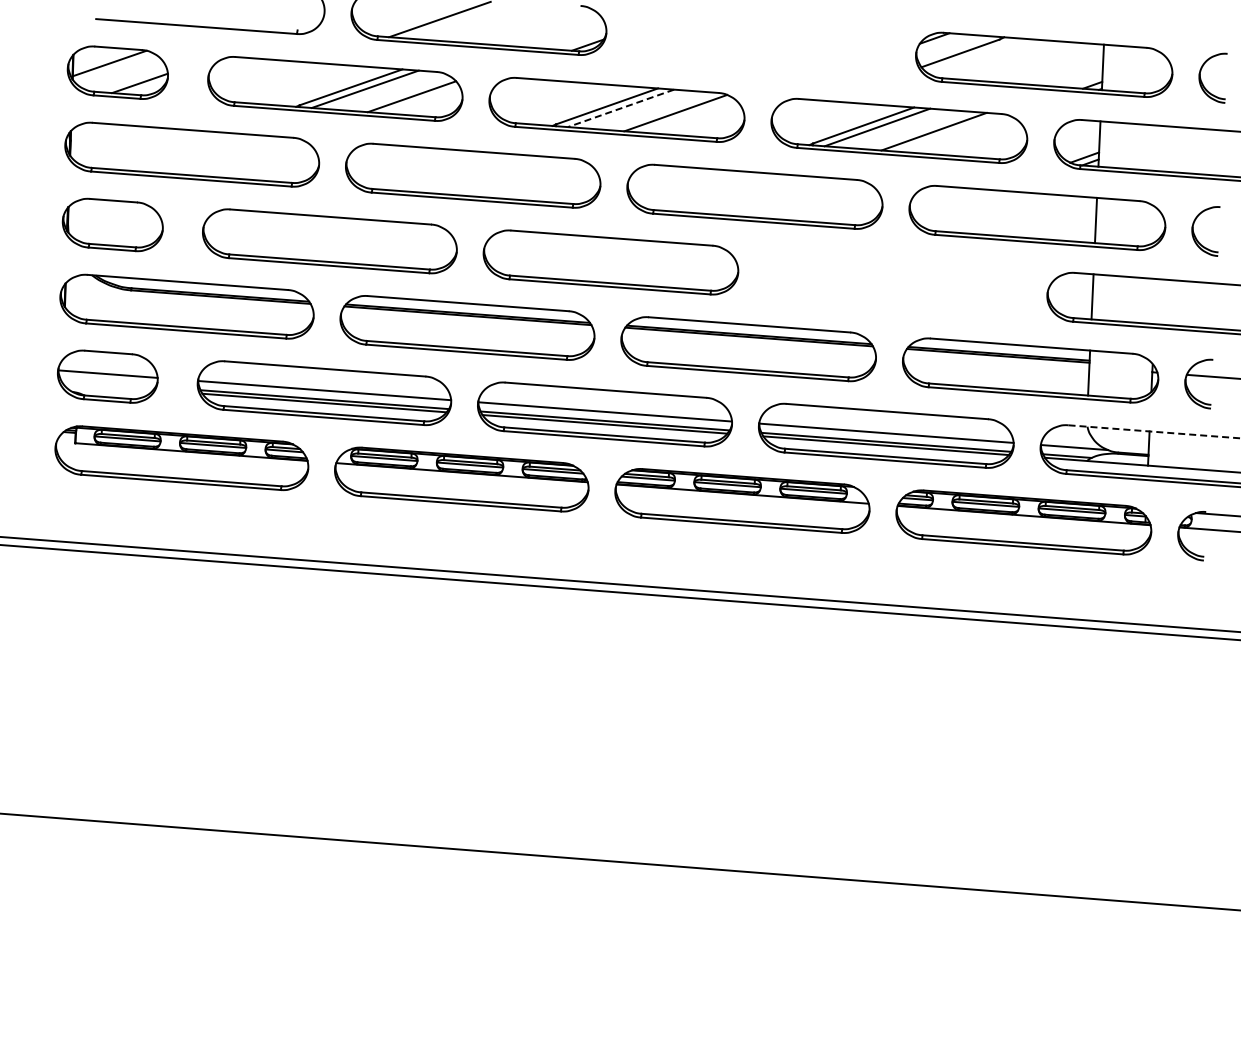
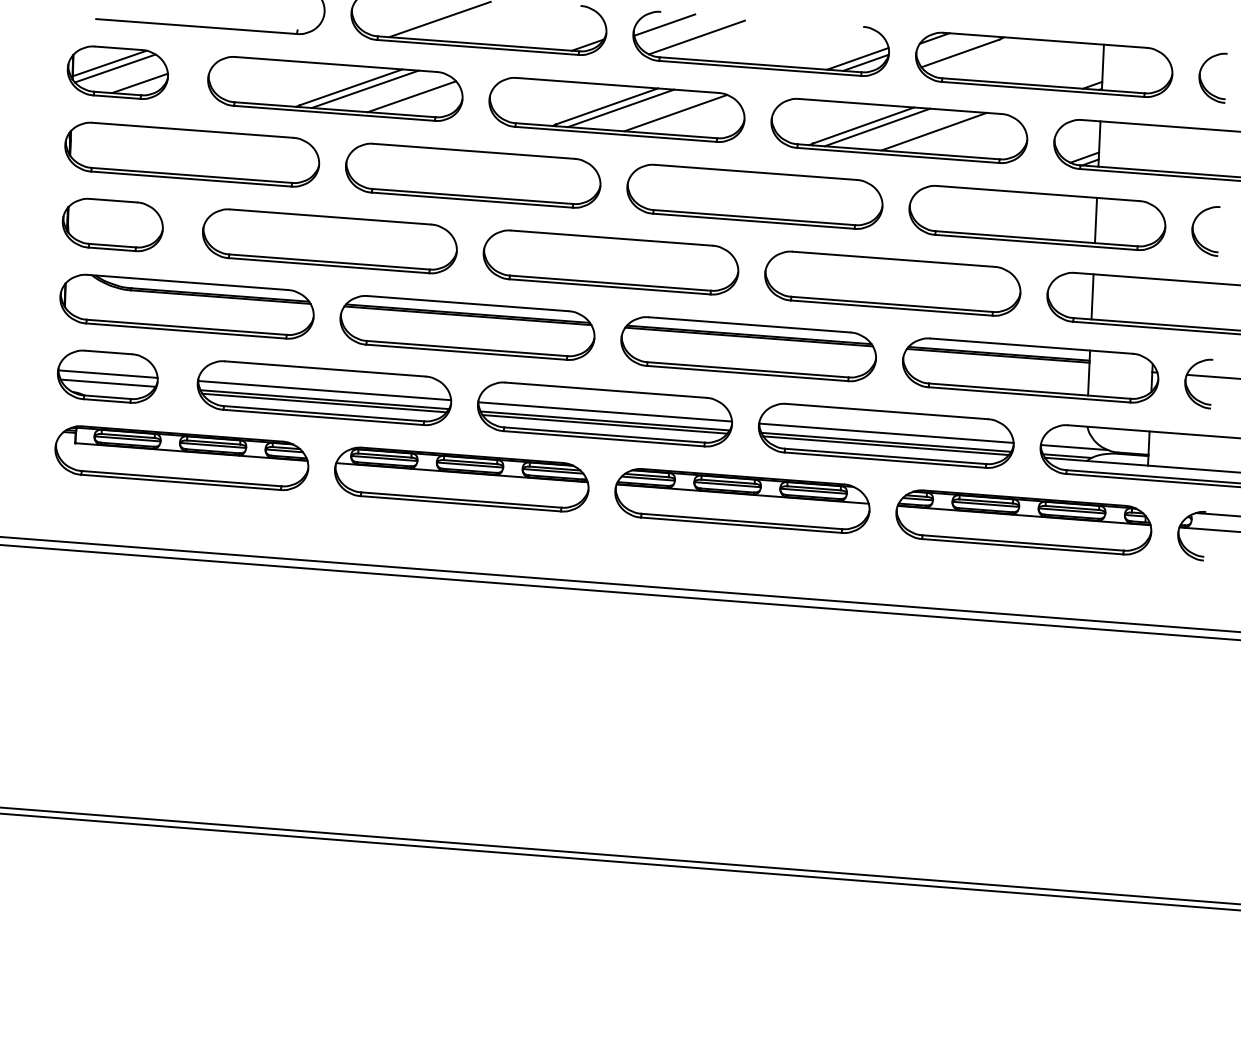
part at (760, 63): none -> present
line at (115, 68): none -> present
line at (620, 108): dashed -> solid
part at (892, 283): none -> present
line at (107, 382): none -> present
line at (1155, 431): dashed -> solid
line at (619, 855): none -> present
